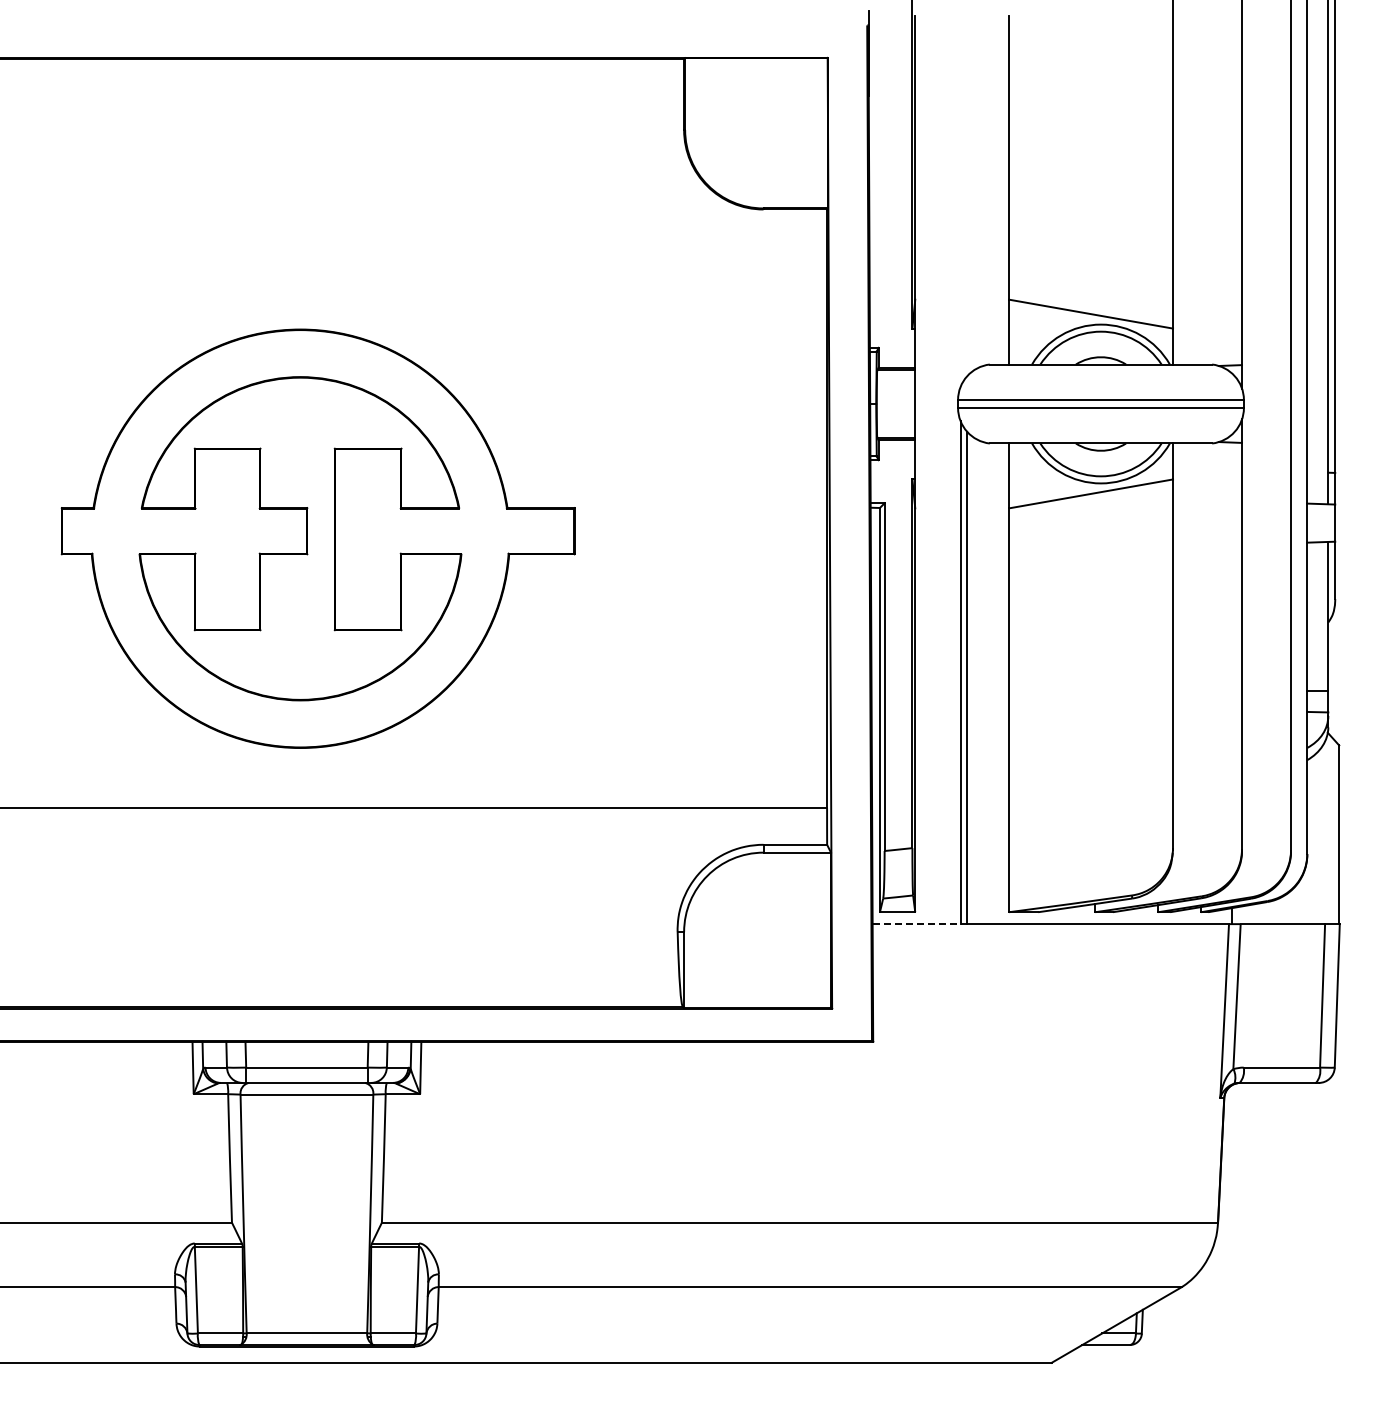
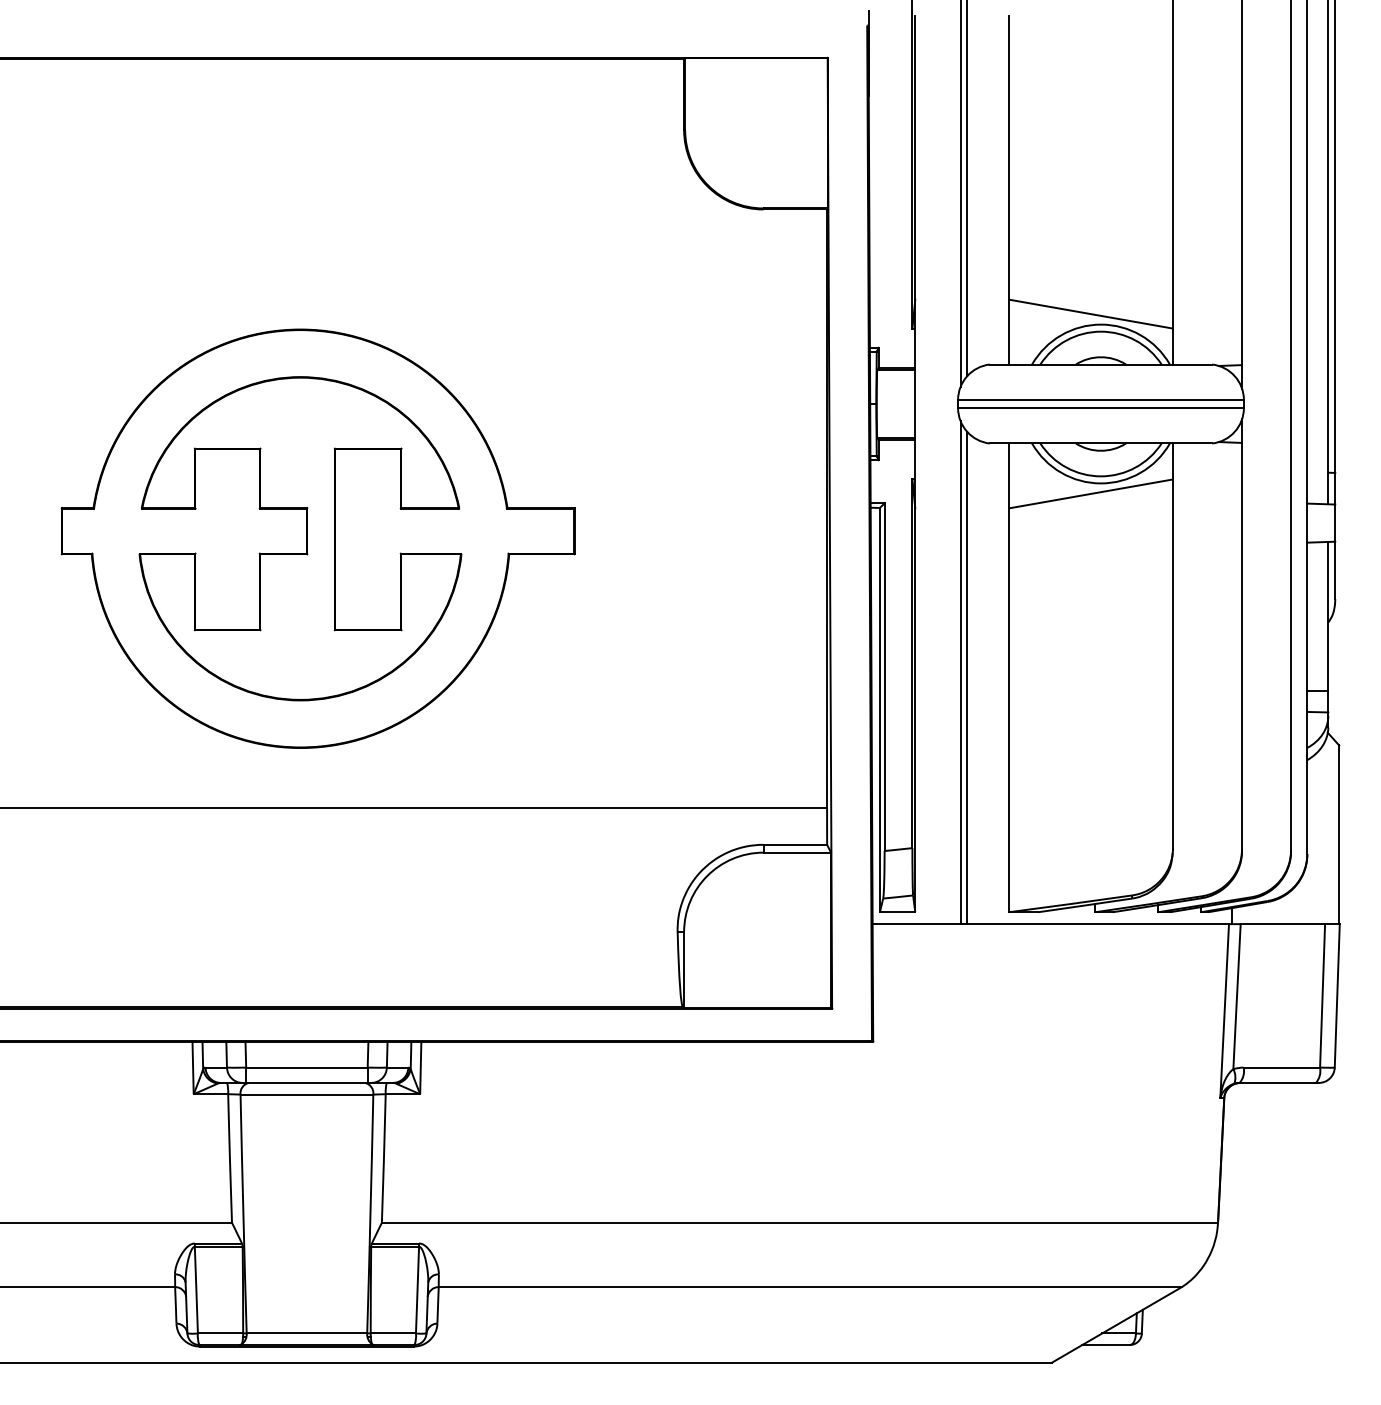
line at (967, 189): none -> present
line at (960, 194): none -> present
line at (917, 924): dashed -> solid
